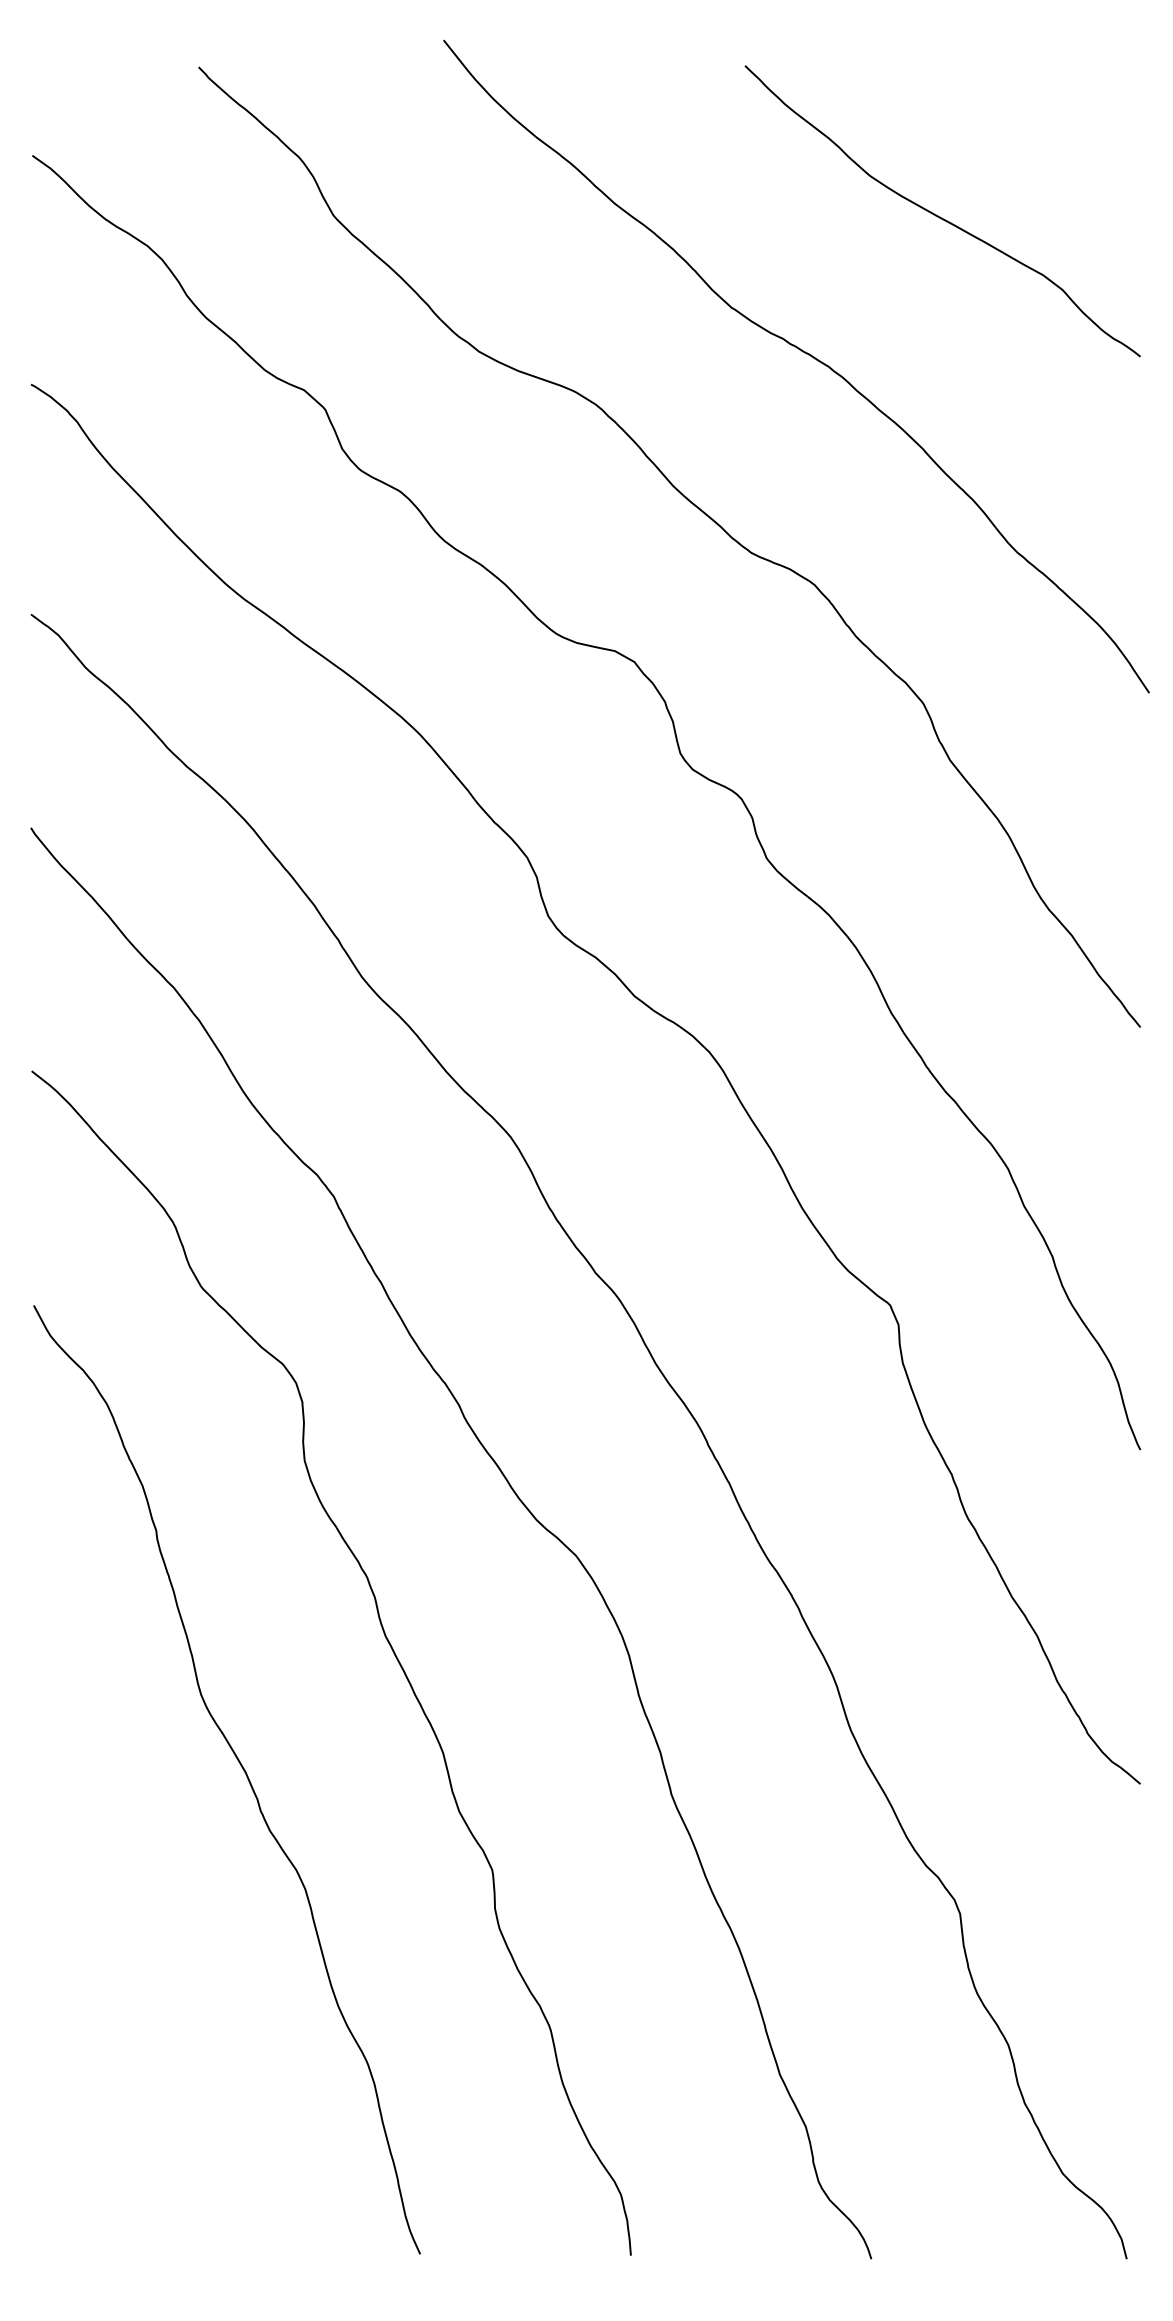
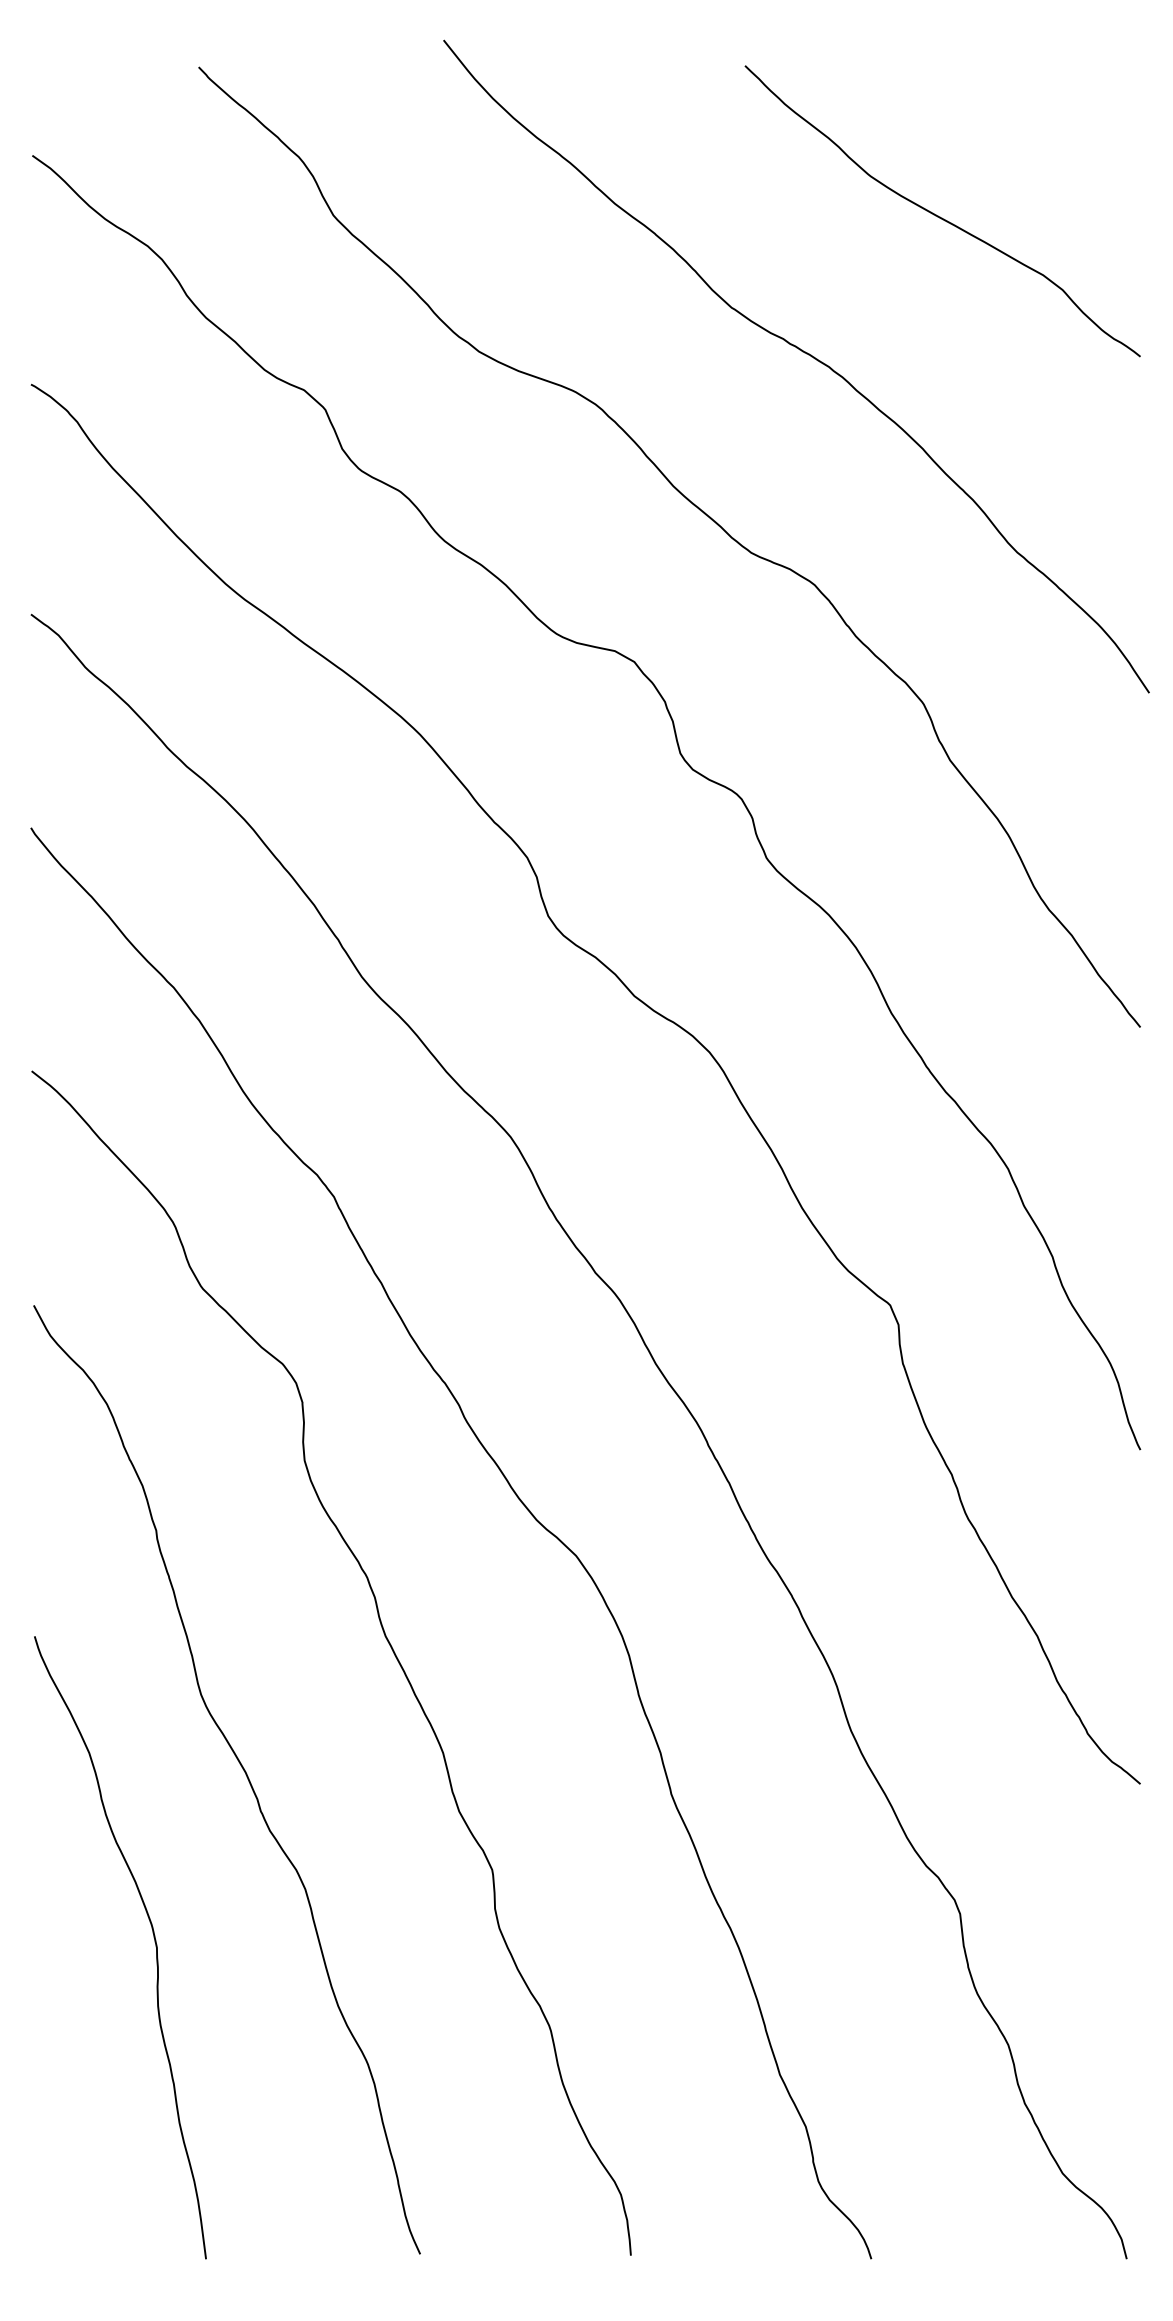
curve at (154, 1942): none -> present
